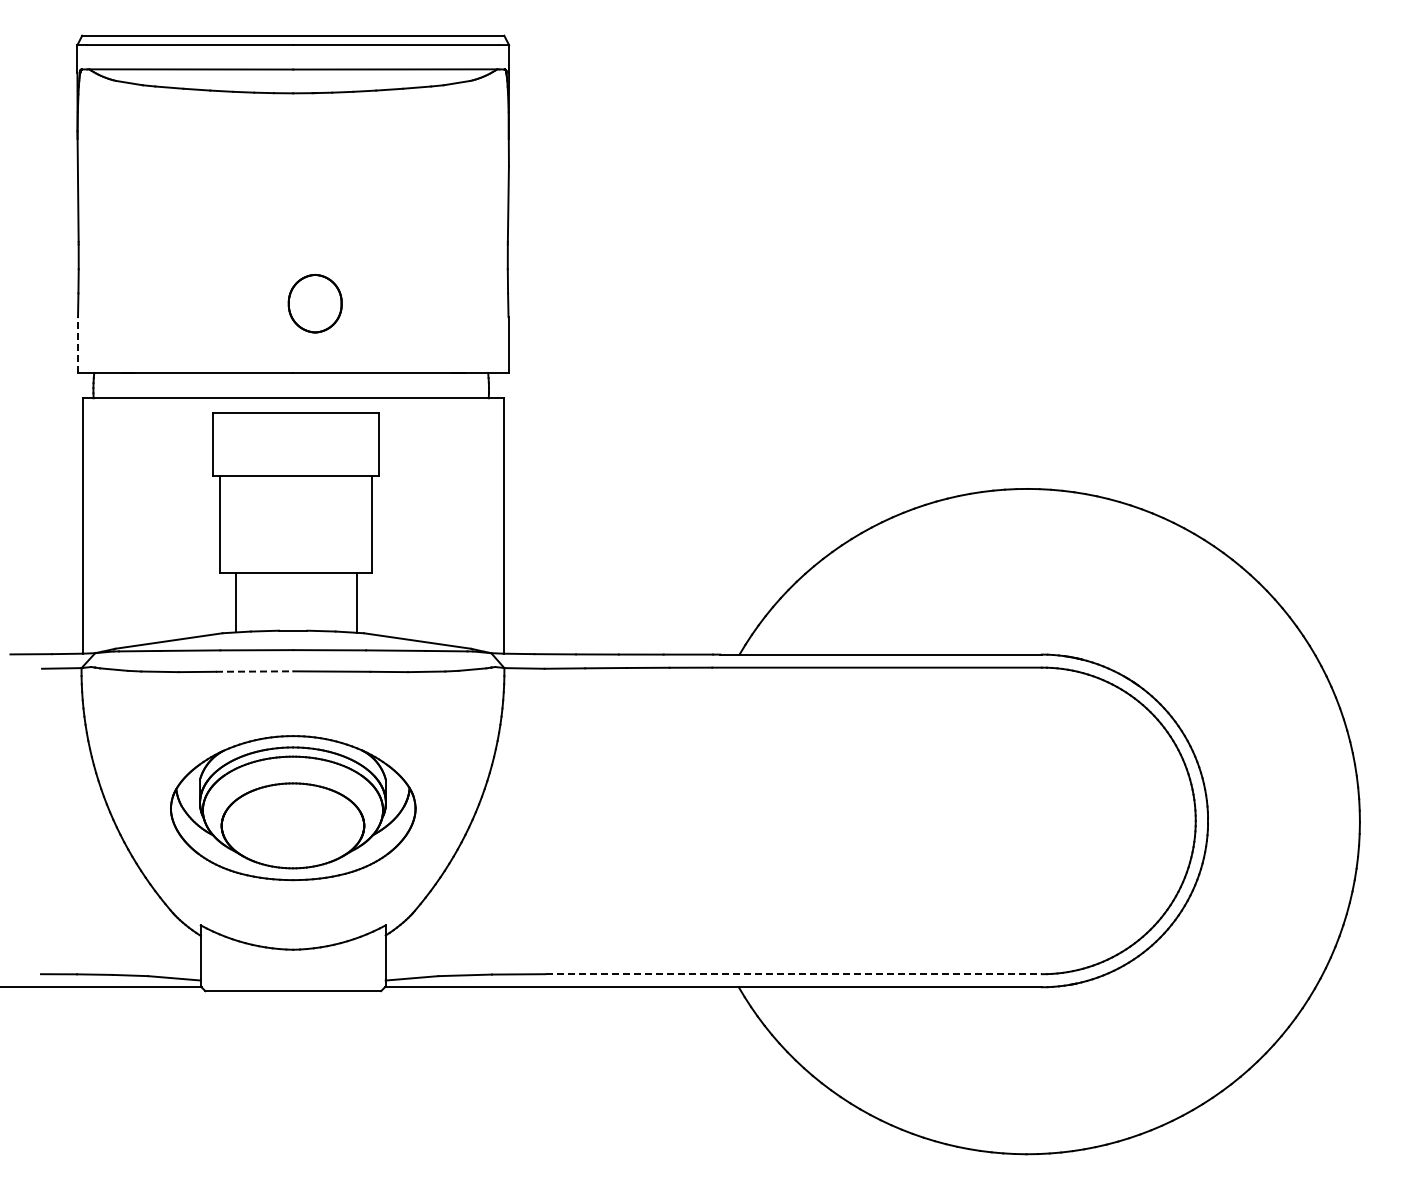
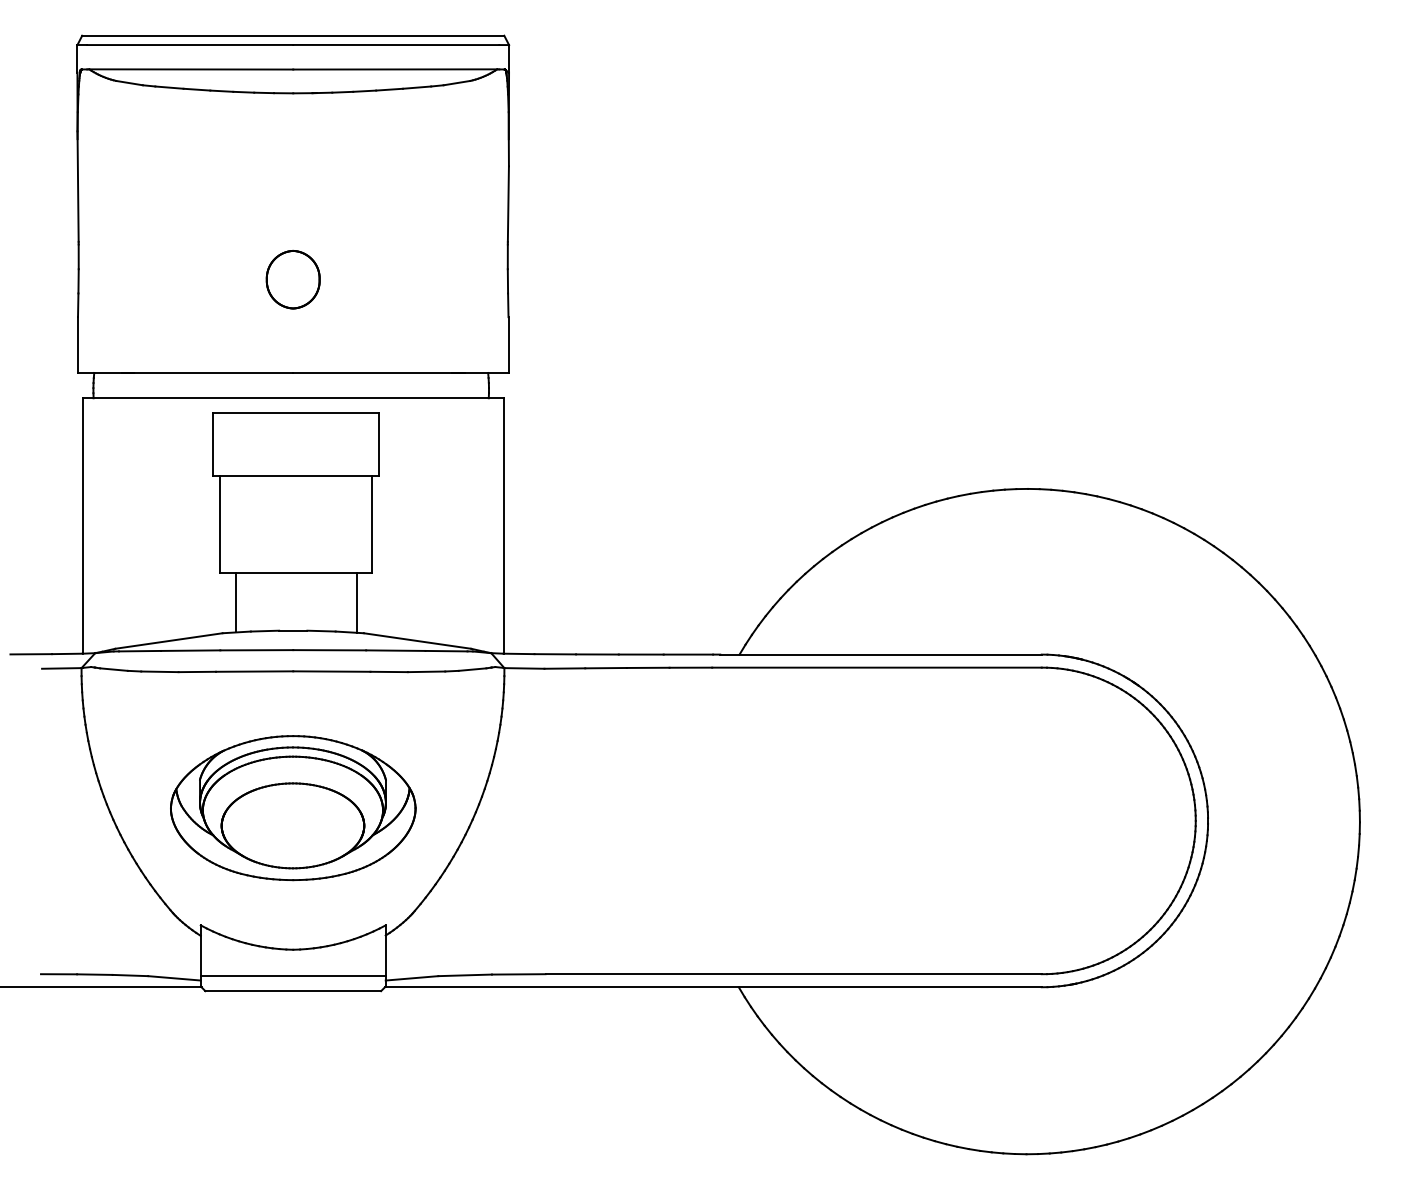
part at (314, 303) position: (314, 303) -> (292, 279)
line at (78, 345): dashed -> solid
line at (254, 671): dashed -> solid
line at (794, 974): dashed -> solid
line at (292, 976): none -> present
